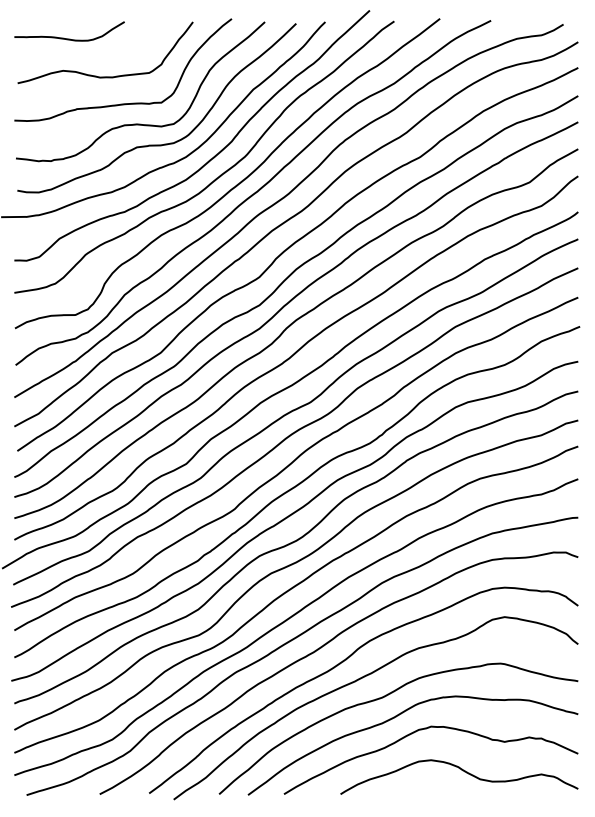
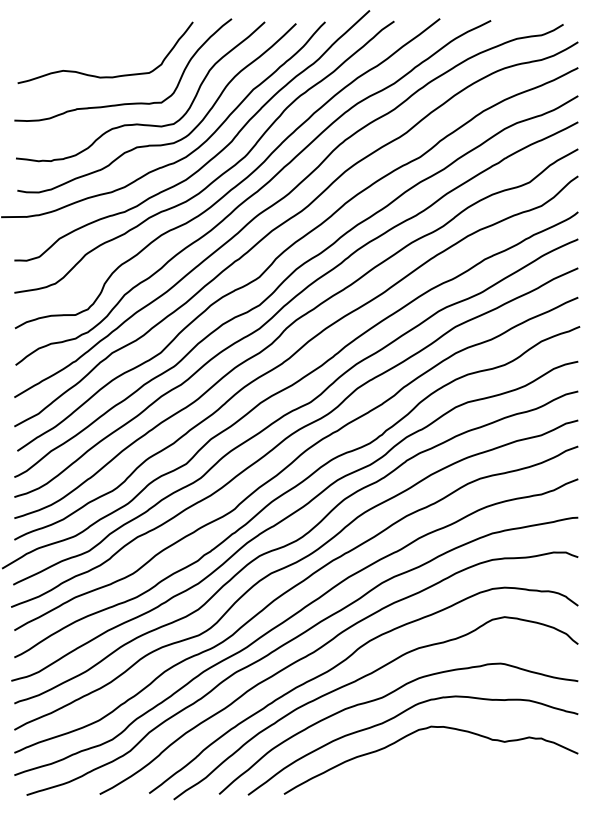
curve at (69, 38): present -> none
curve at (461, 770): present -> none
